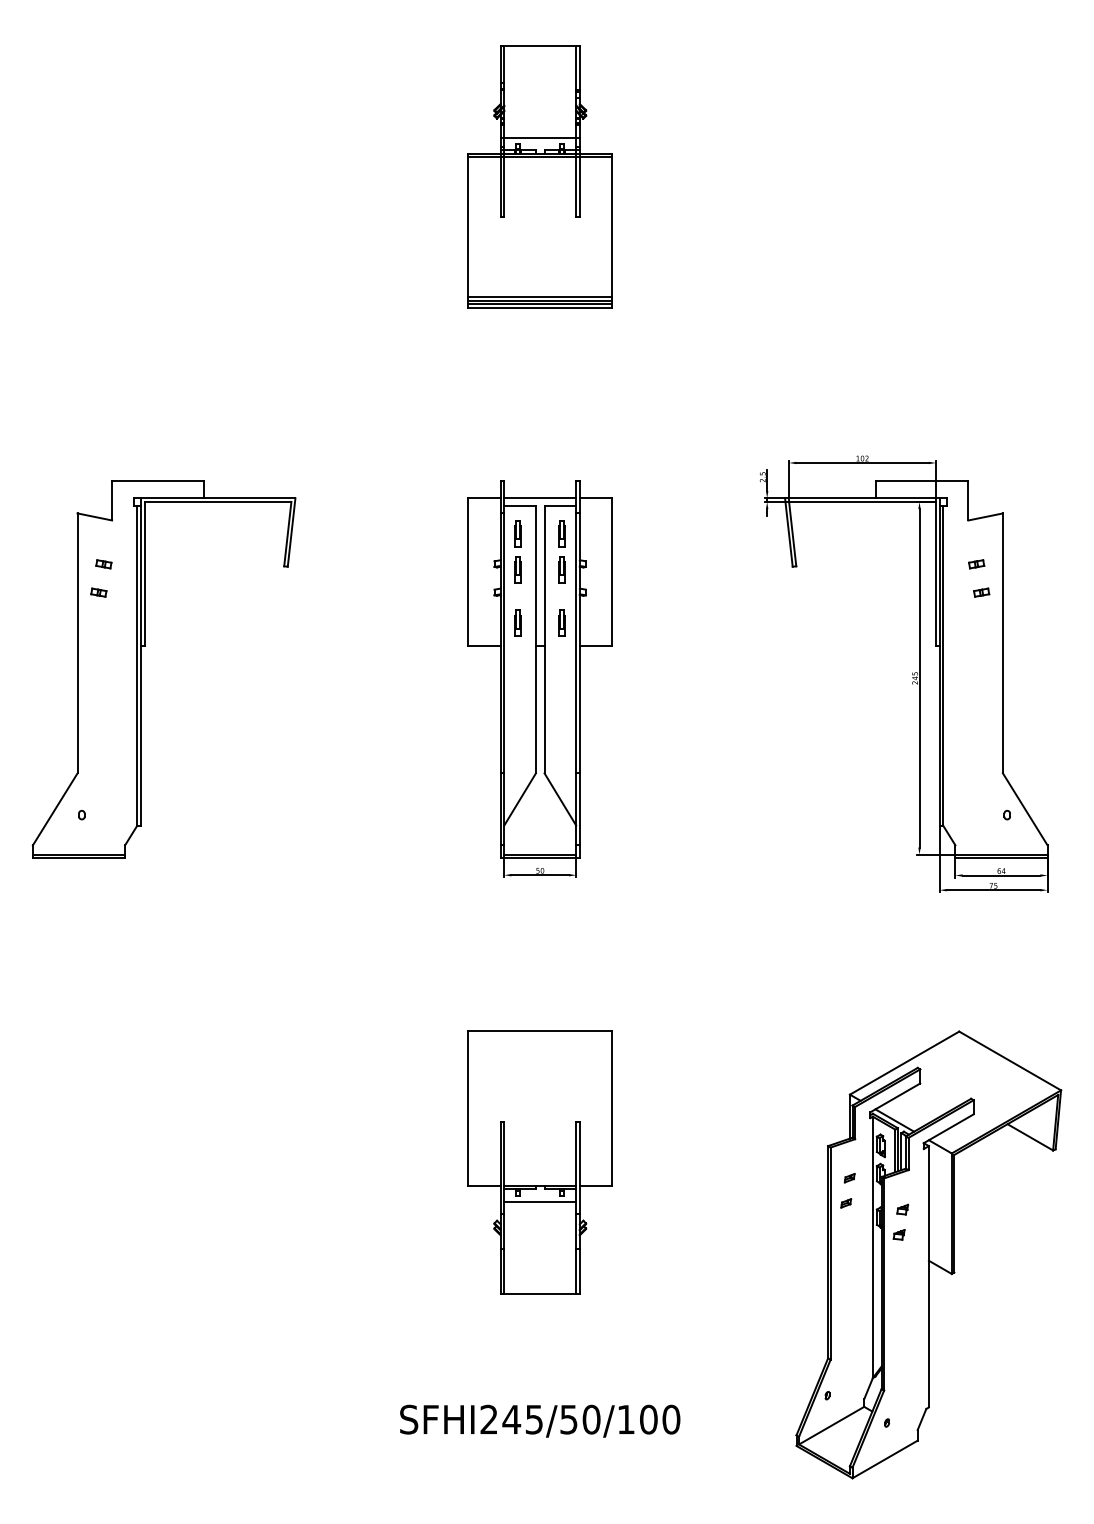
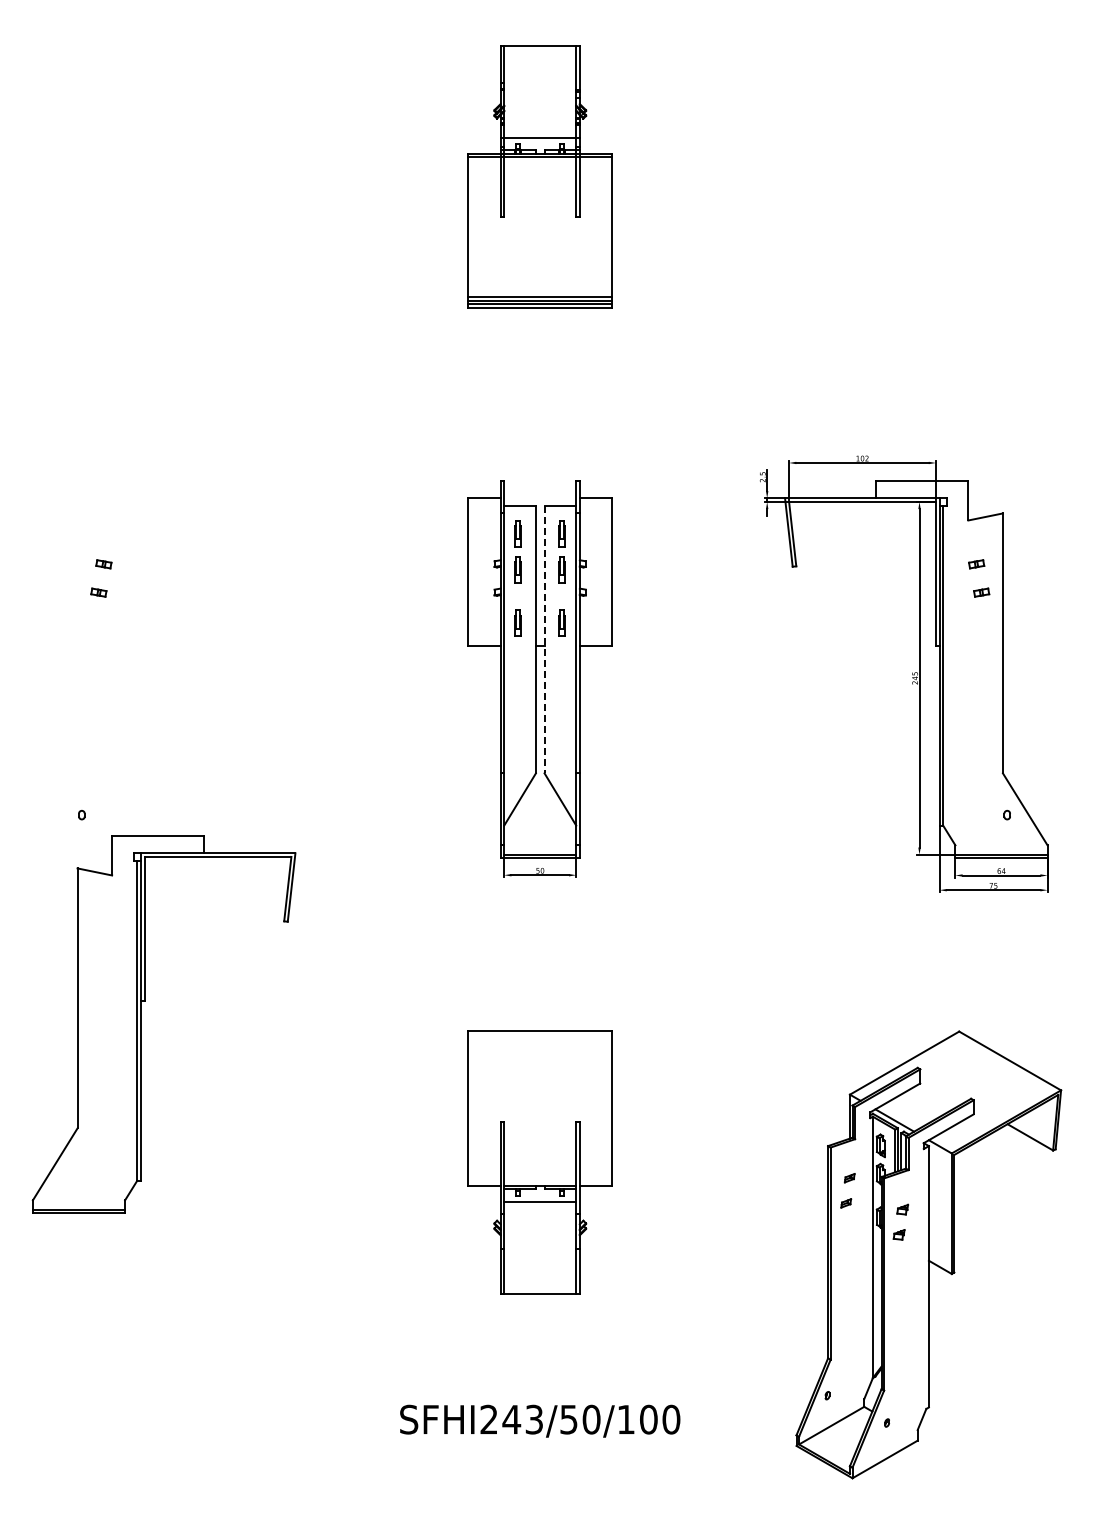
line at (540, 498): present -> none
line at (544, 639): solid -> dashed
part at (141, 669) position: (141, 669) -> (141, 1024)
text at (534, 1418): SFHI245/50/100 -> SFHI243/50/100
